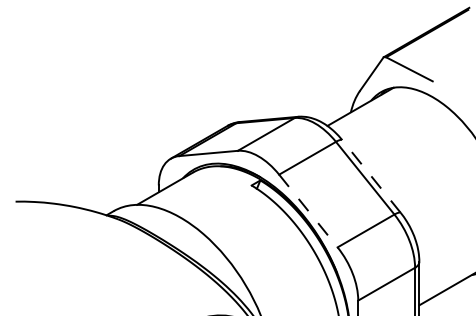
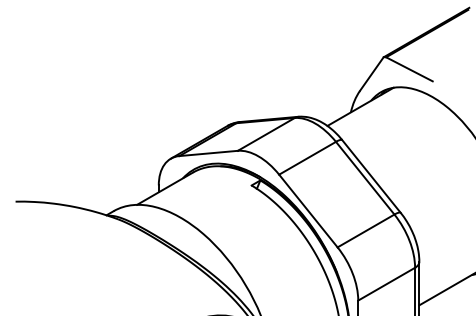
line at (371, 176): dashed -> solid
line at (308, 211): dashed -> solid
